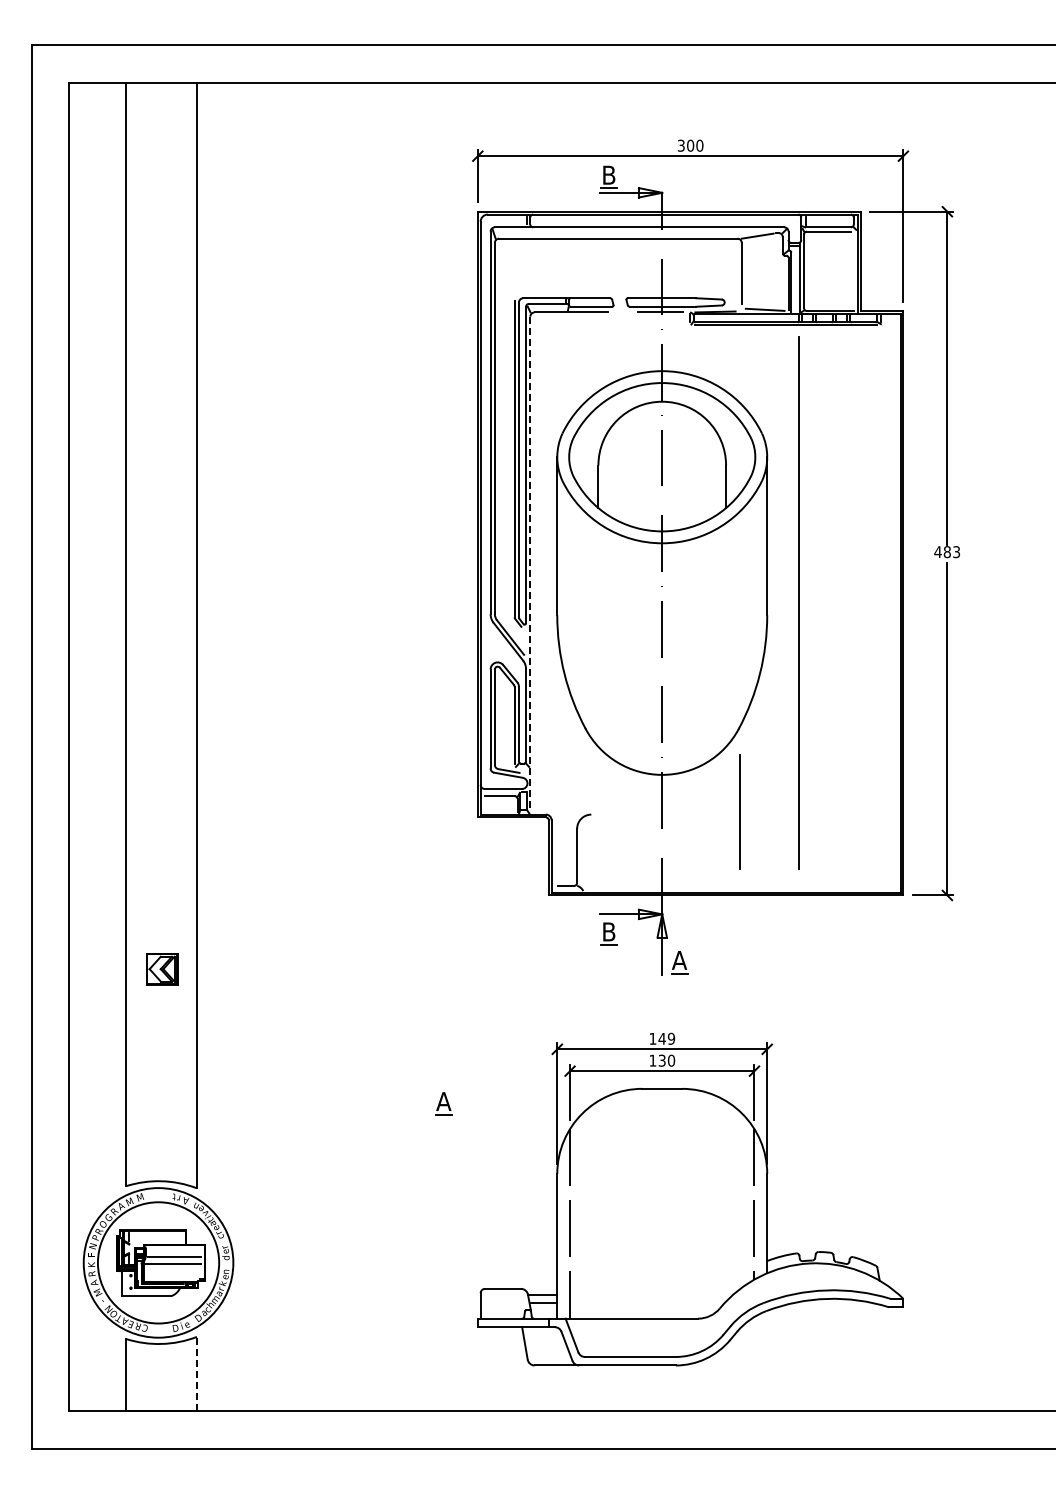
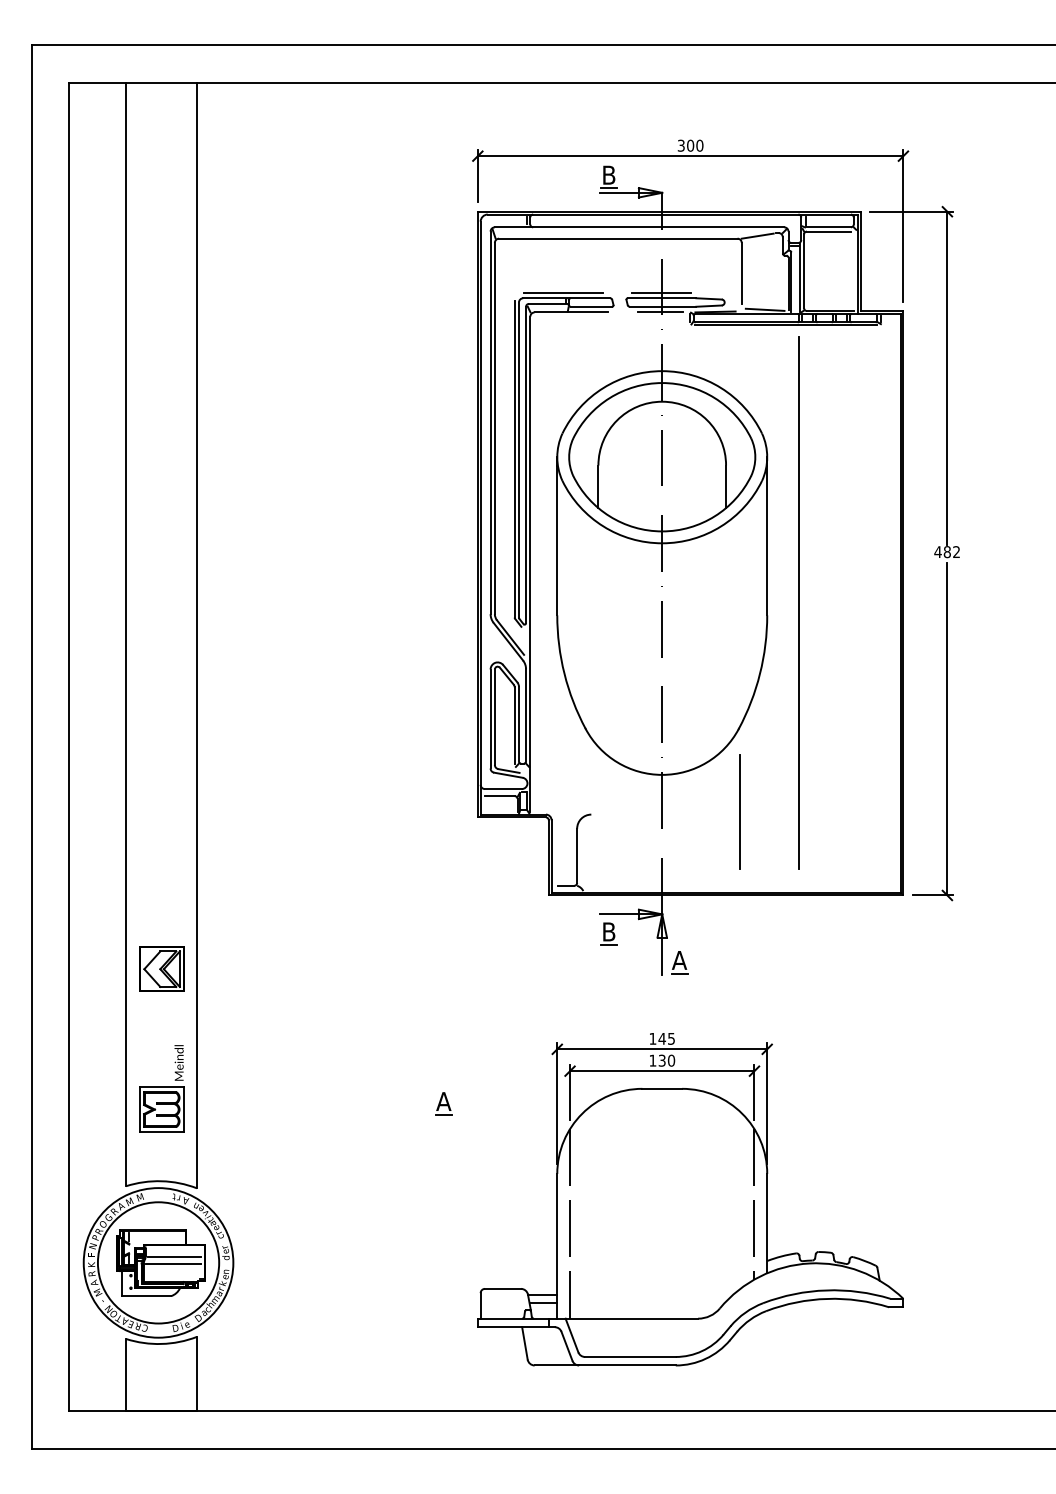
line at (562, 292): none -> present
line at (661, 292): none -> present
text at (956, 552): 483 -> 482
line at (530, 564): dashed -> solid
part at (162, 969) size: 33x33 px -> 46x46 px
text at (671, 1038): 149 -> 145
part at (161, 1088): none -> present
line at (196, 1373): dashed -> solid
